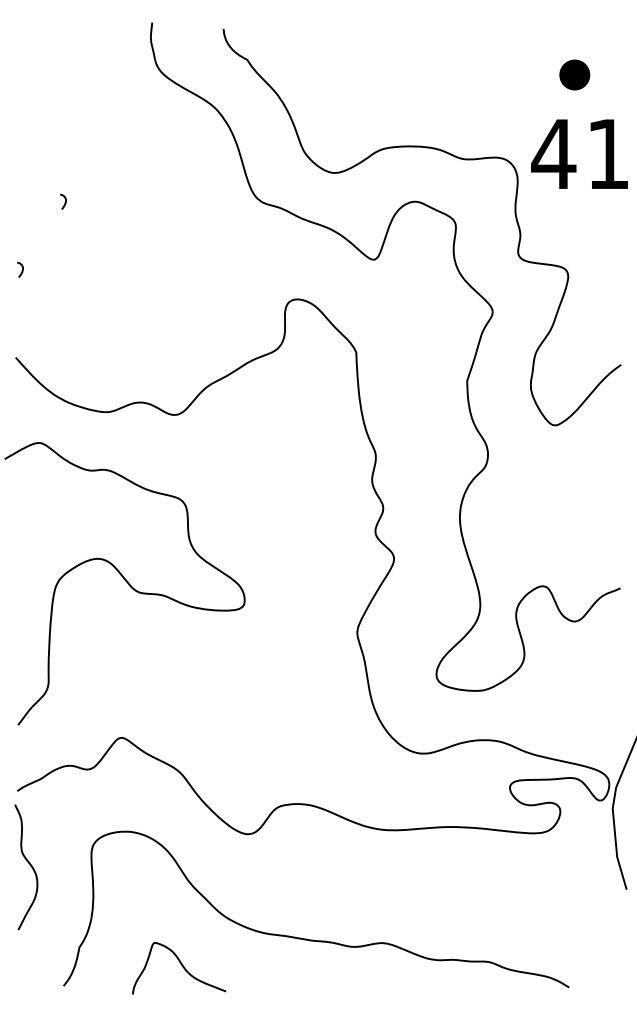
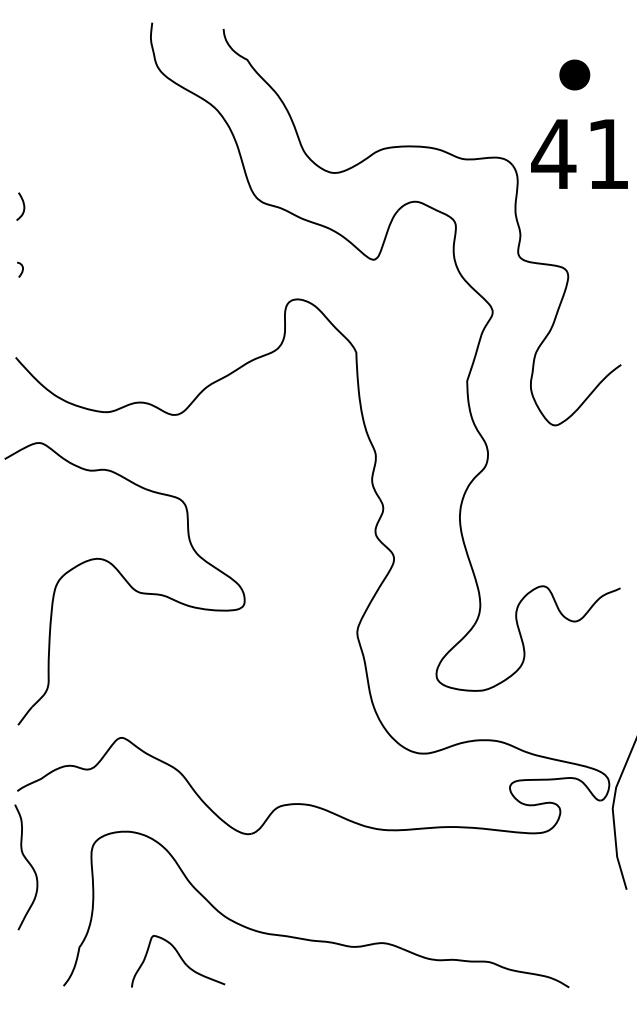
curve at (64, 202): present -> none
curve at (23, 206): none -> present
part at (179, 968) position: (179, 968) -> (178, 961)
